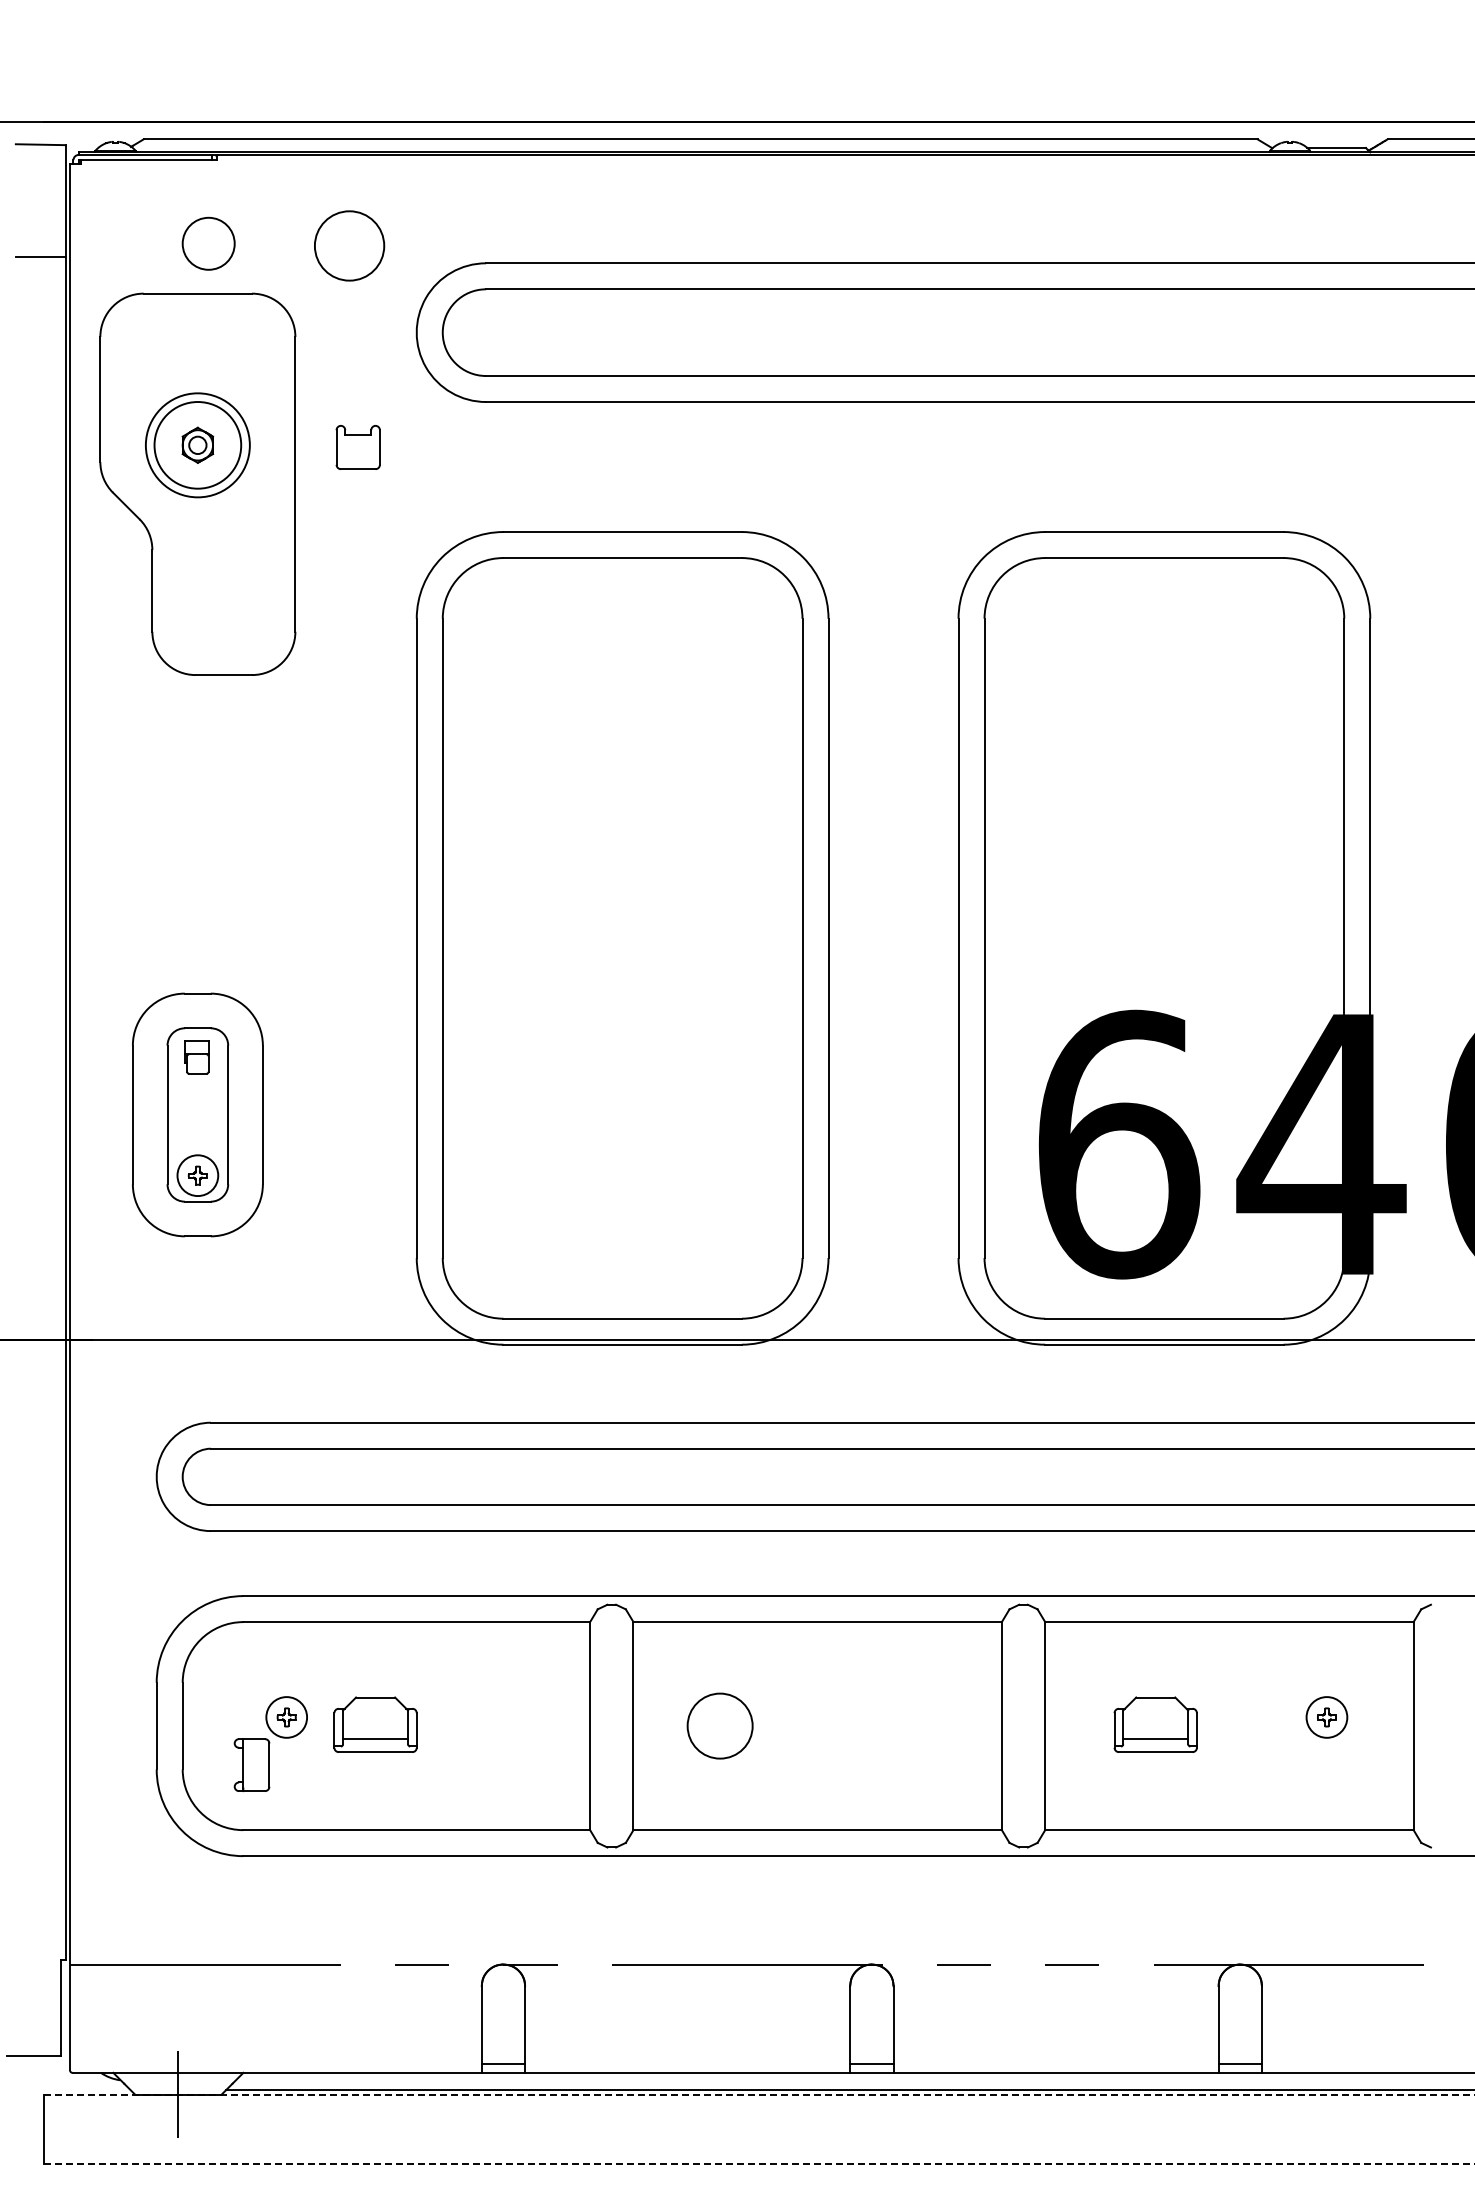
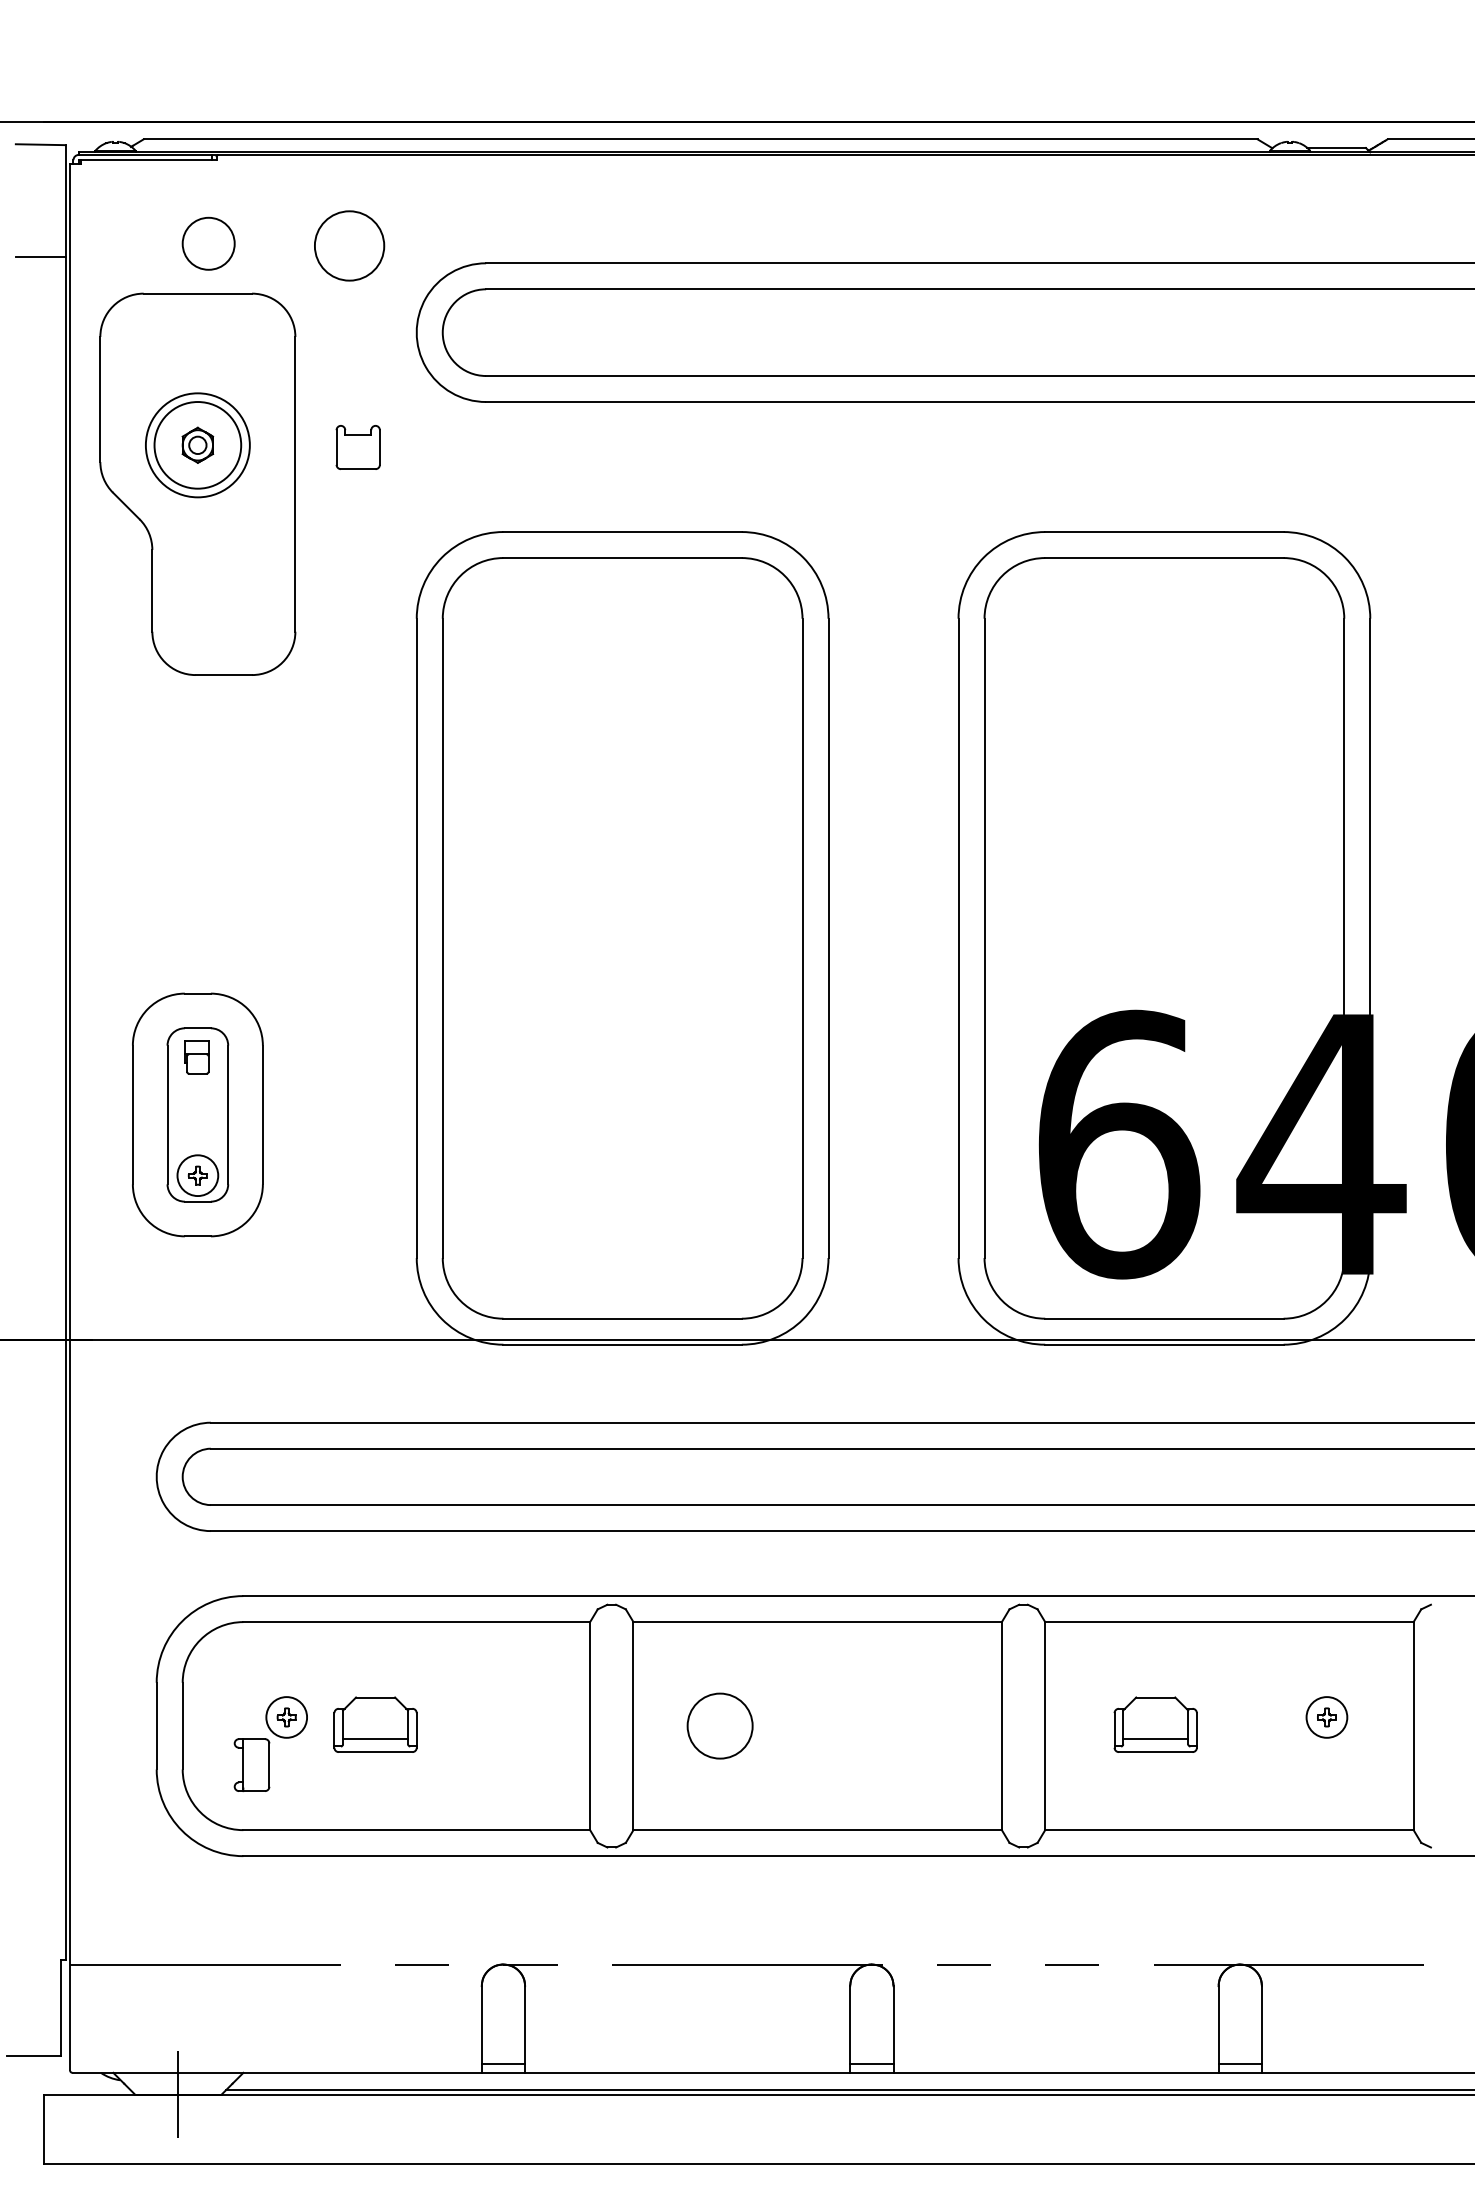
line at (759, 2094): dashed -> solid
line at (759, 2163): dashed -> solid
